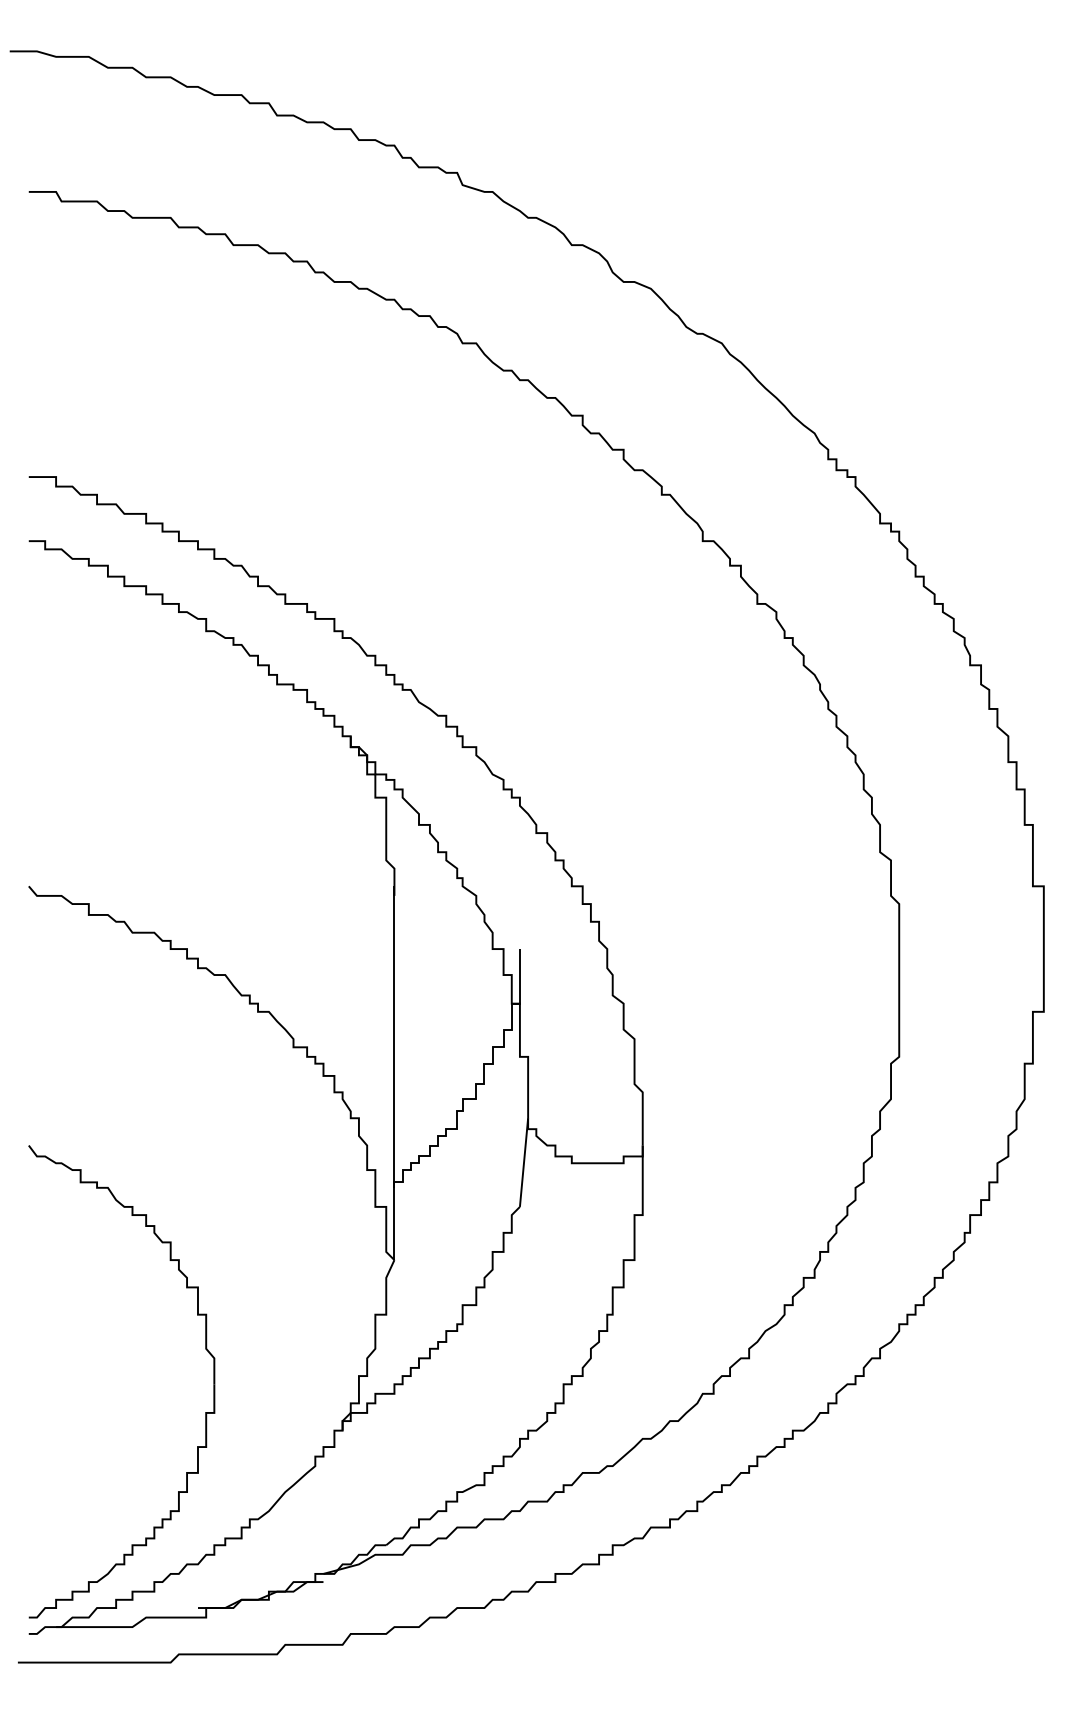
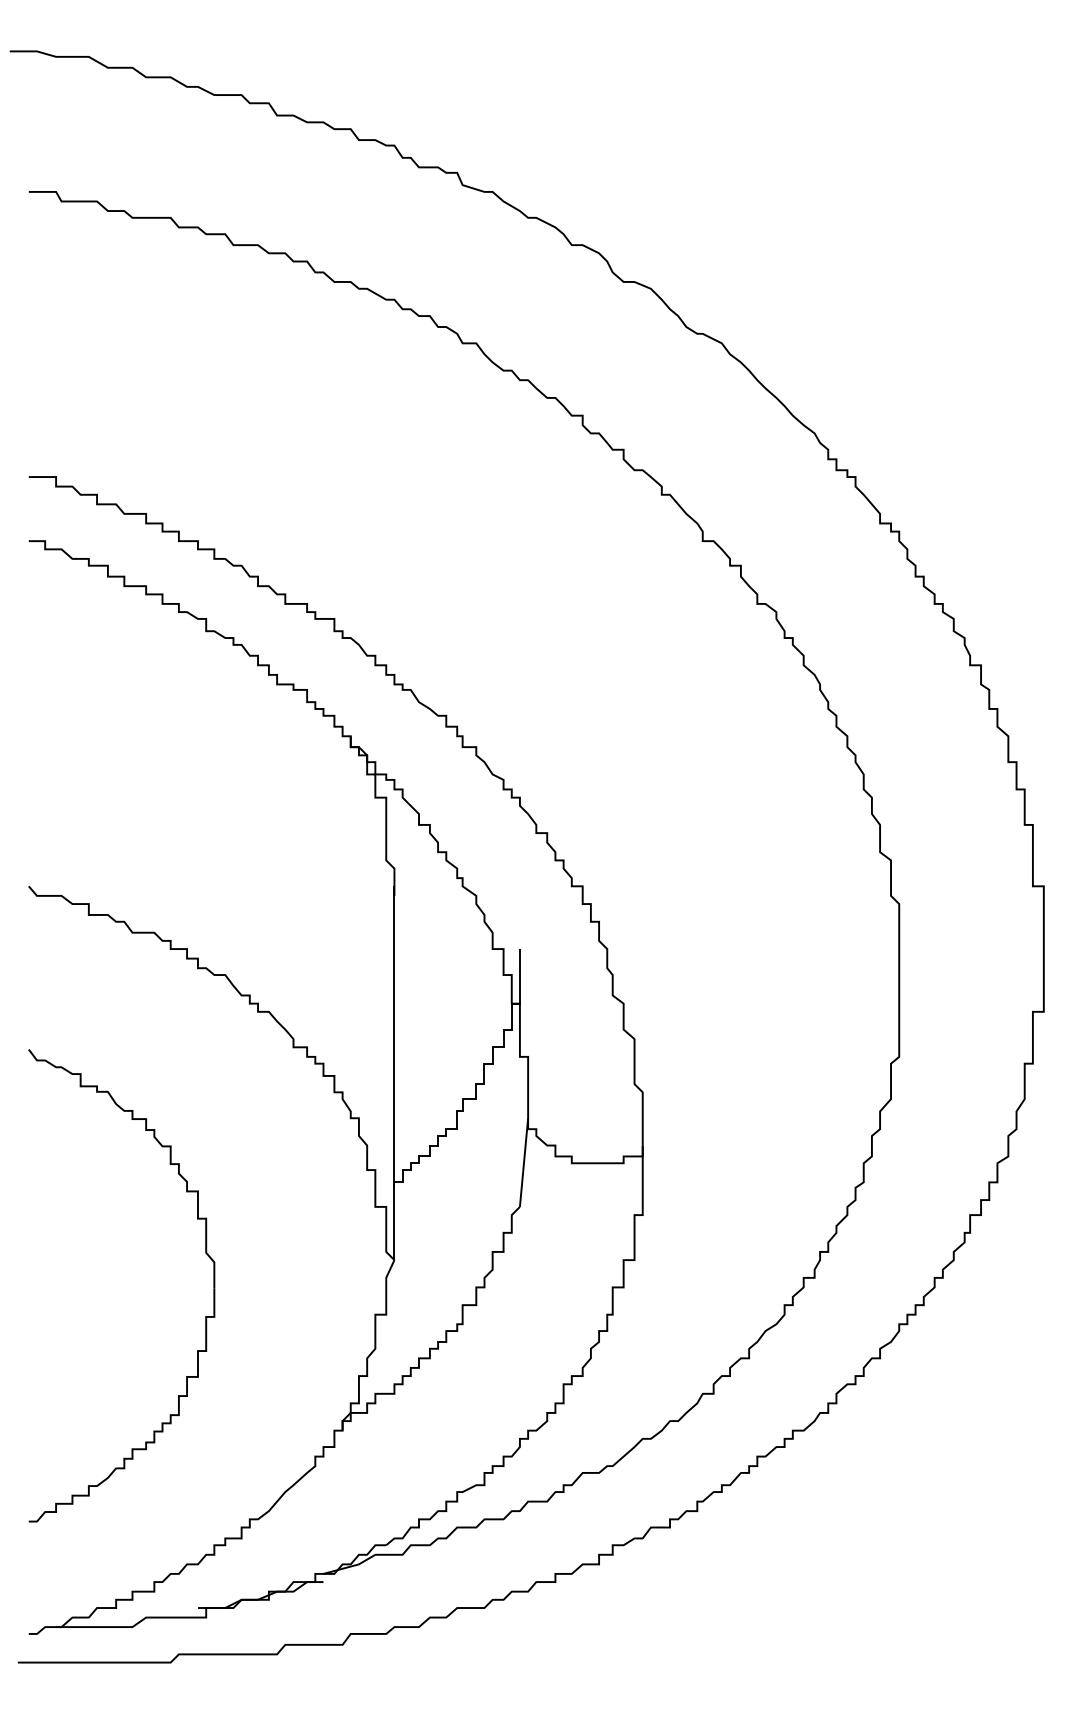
part at (205, 1412) position: (205, 1412) -> (205, 1316)
